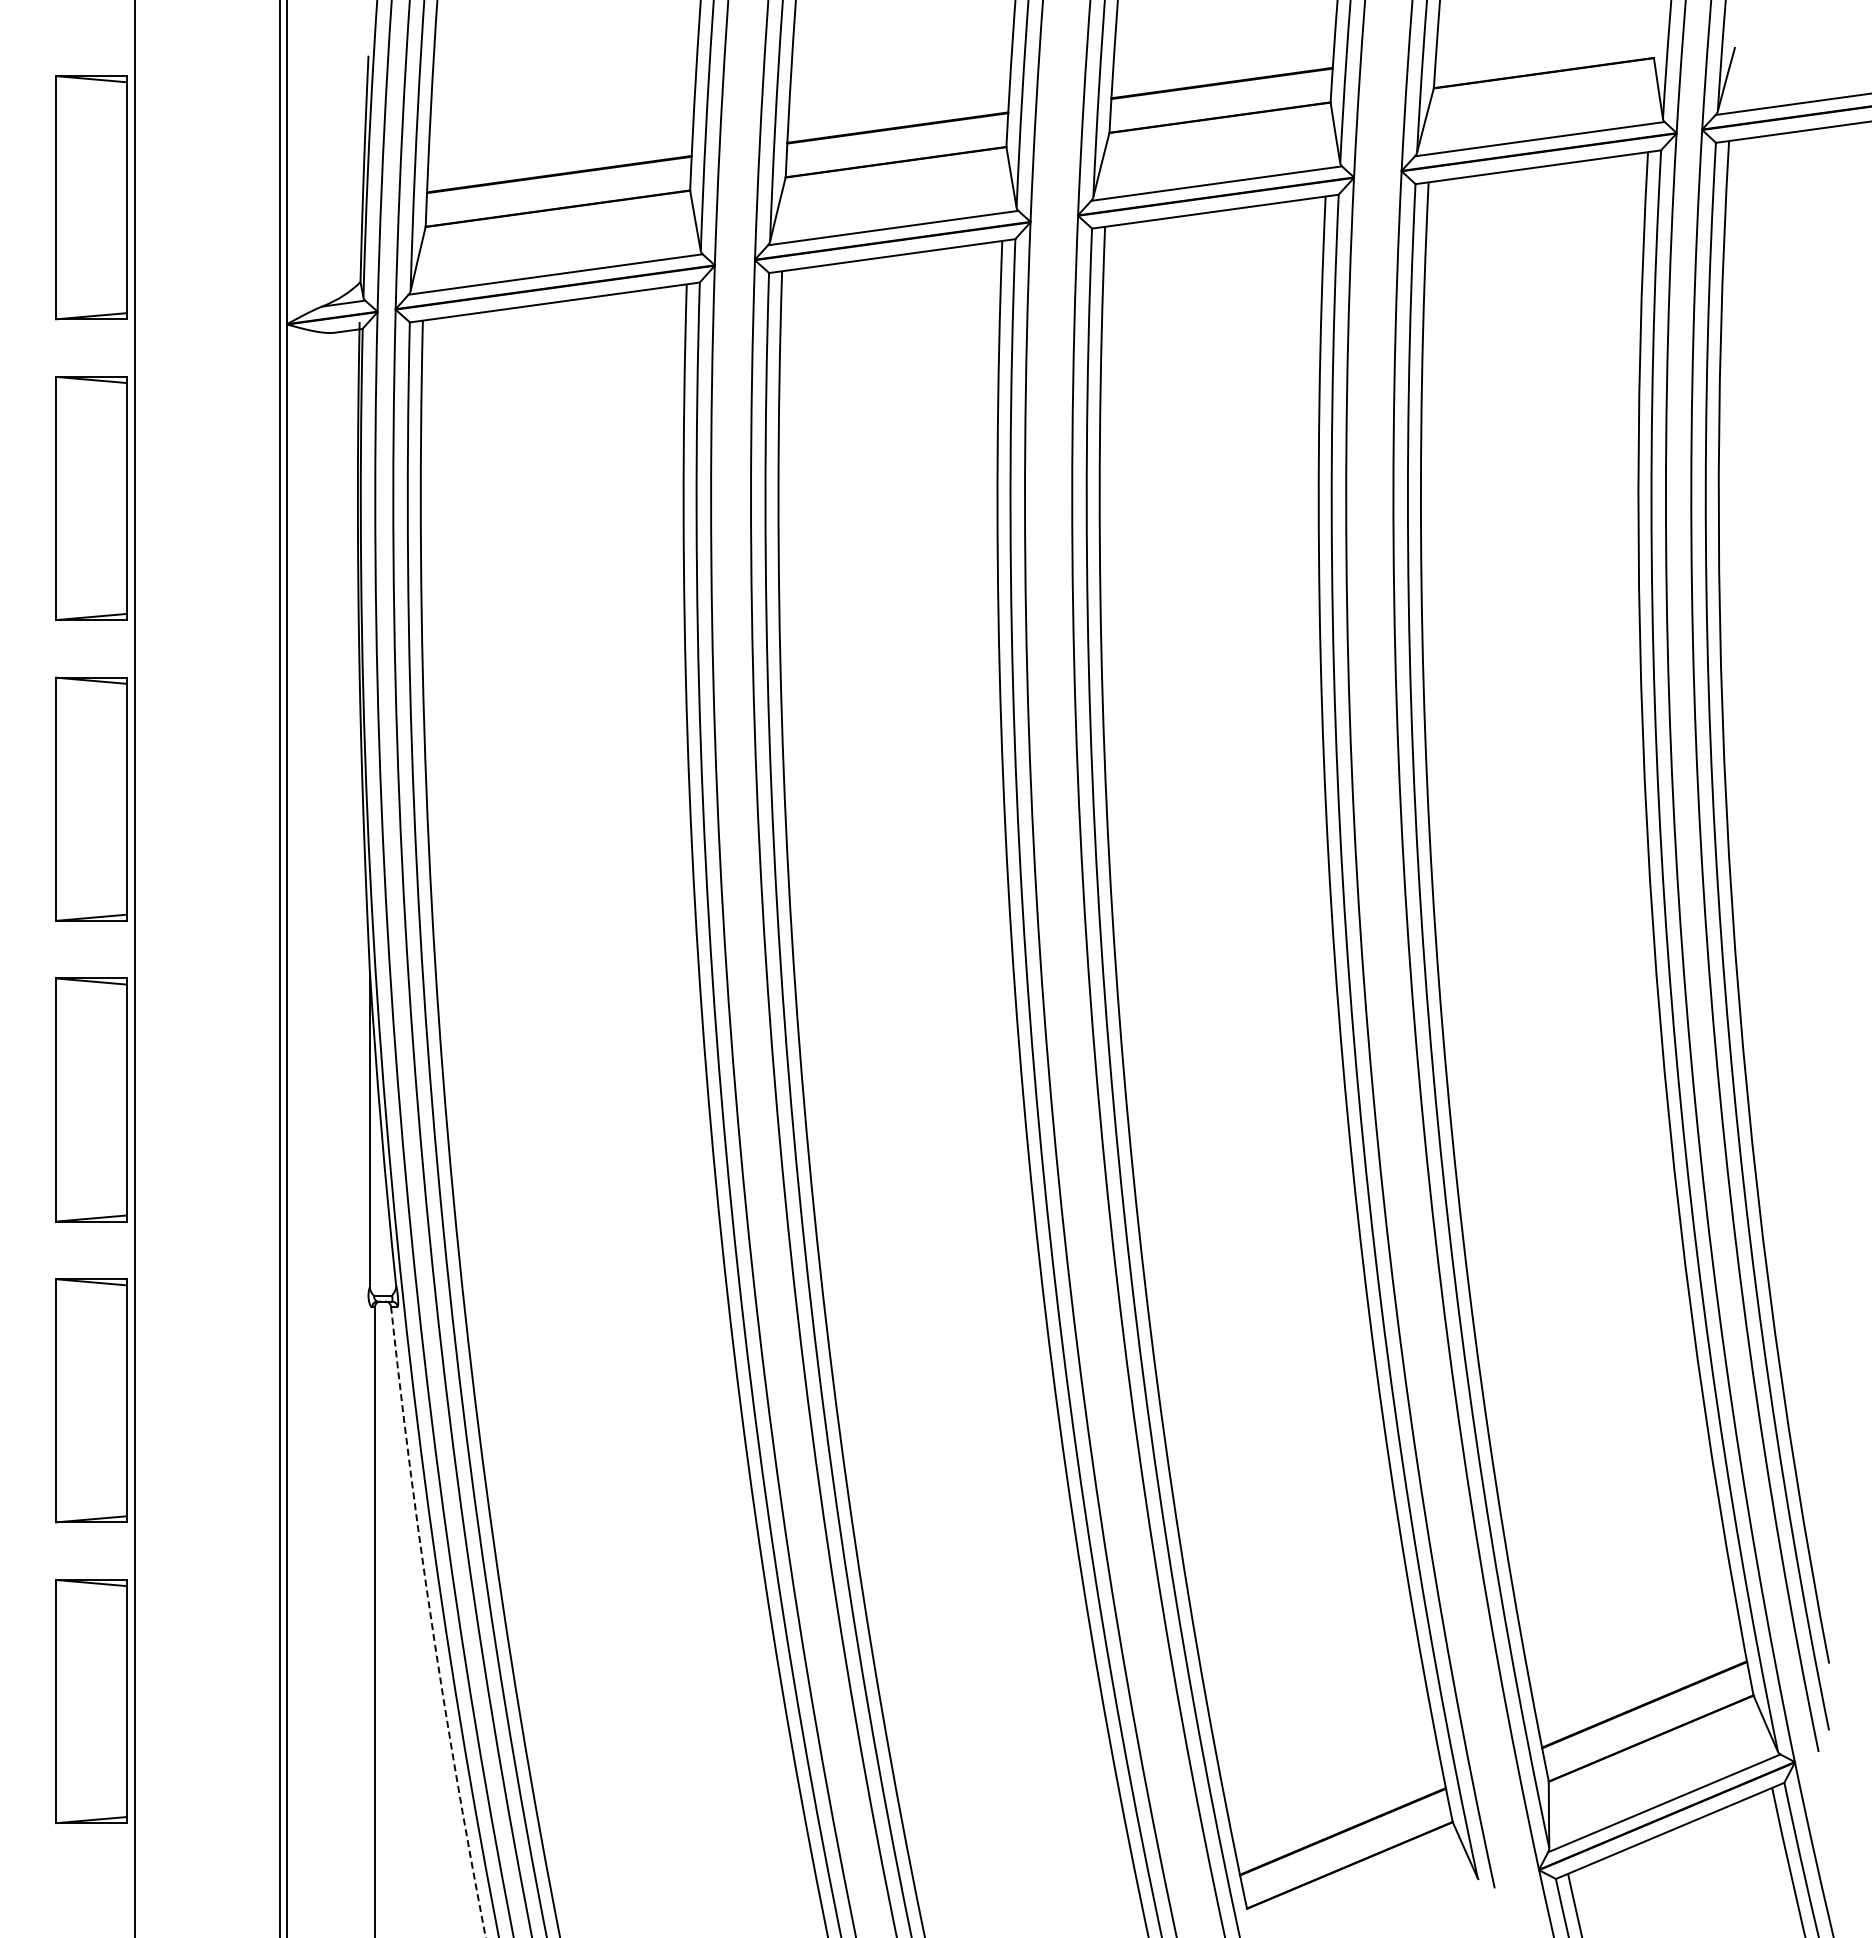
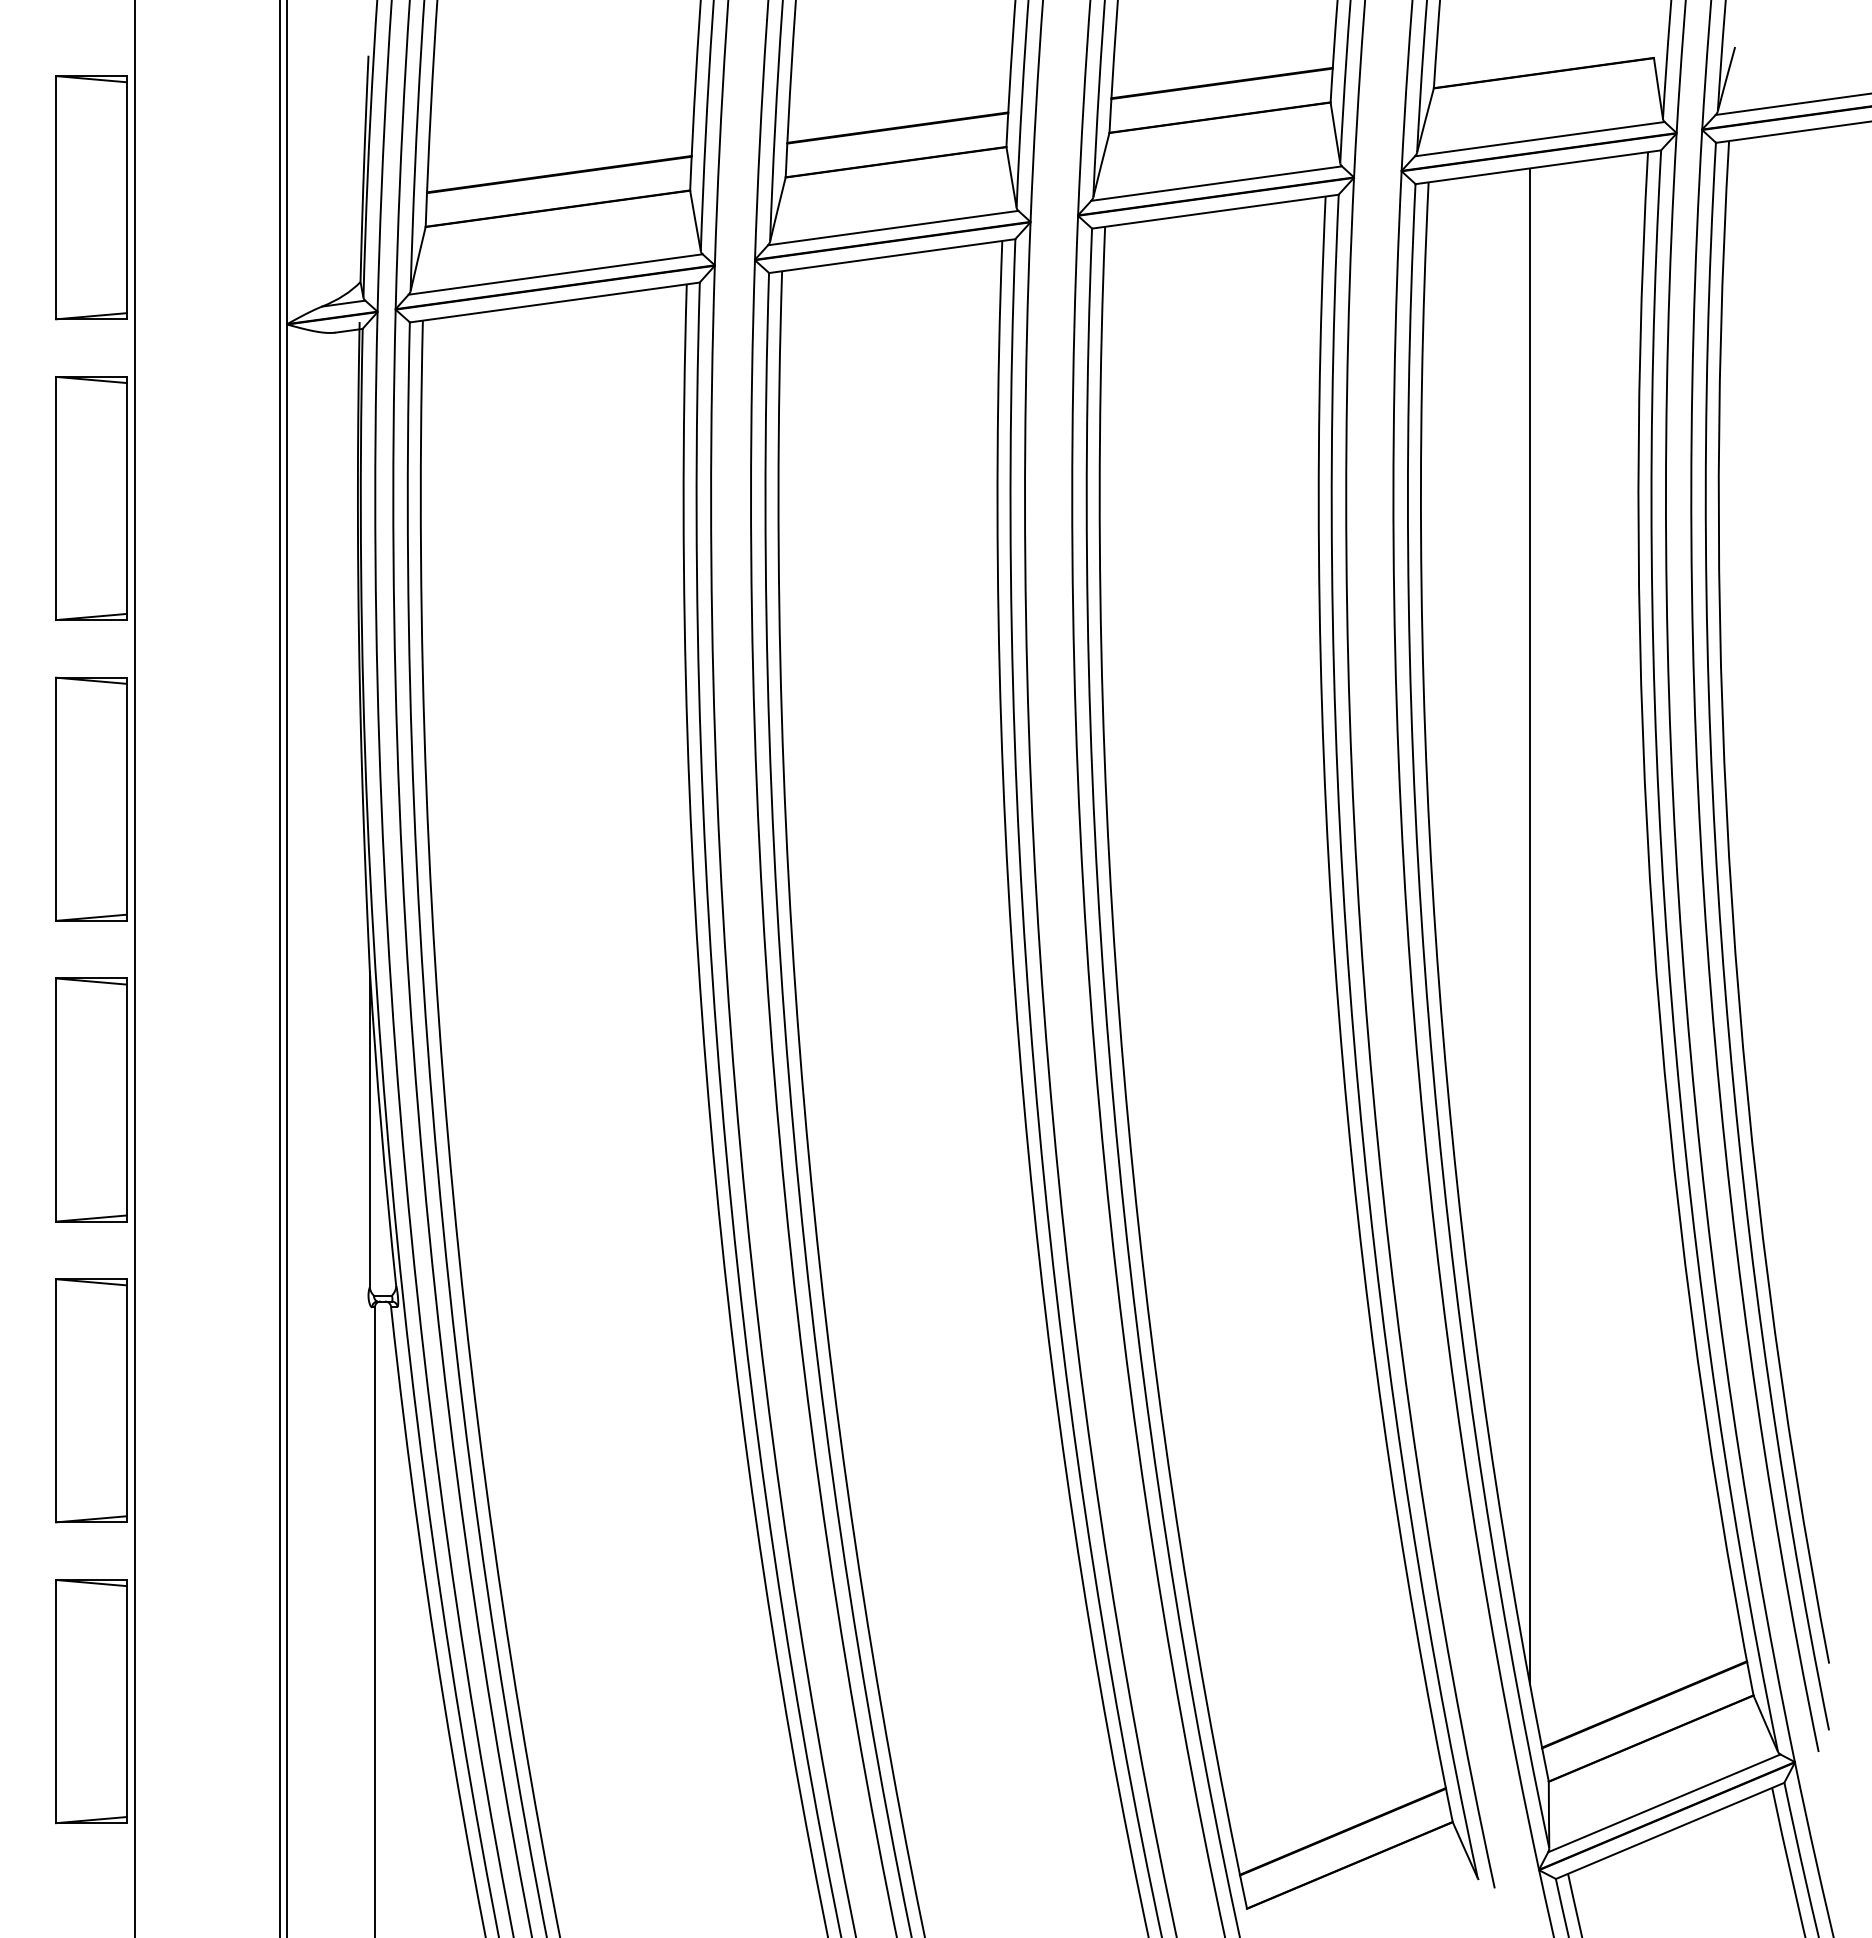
line at (1529, 926): none -> present
arc at (431, 1624): dashed -> solid
